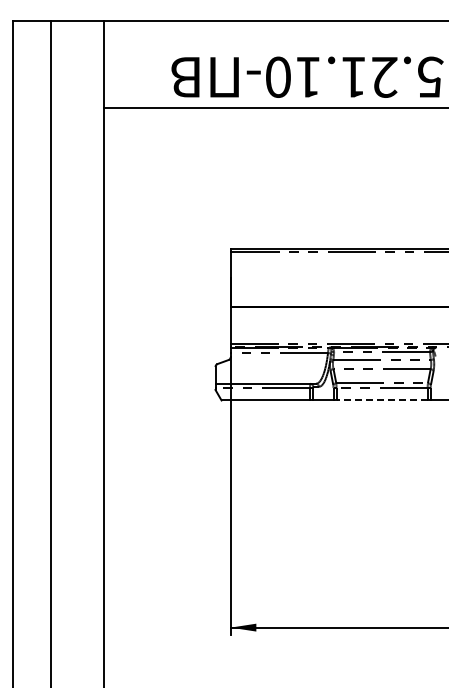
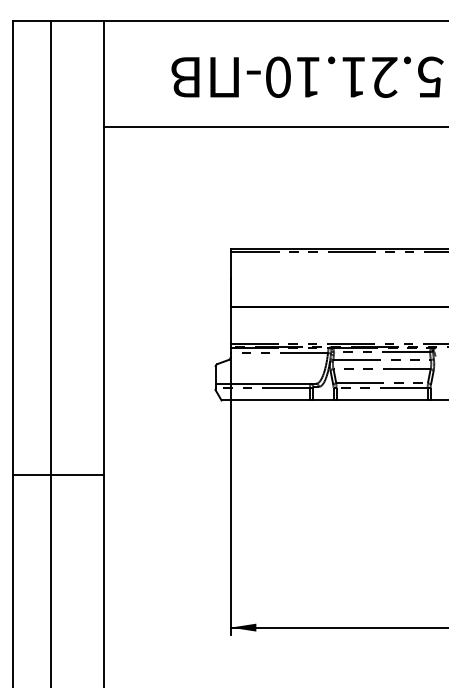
line at (274, 107) position: (274, 107) -> (274, 126)
line at (382, 400): dashed -> solid
line at (58, 474): none -> present
